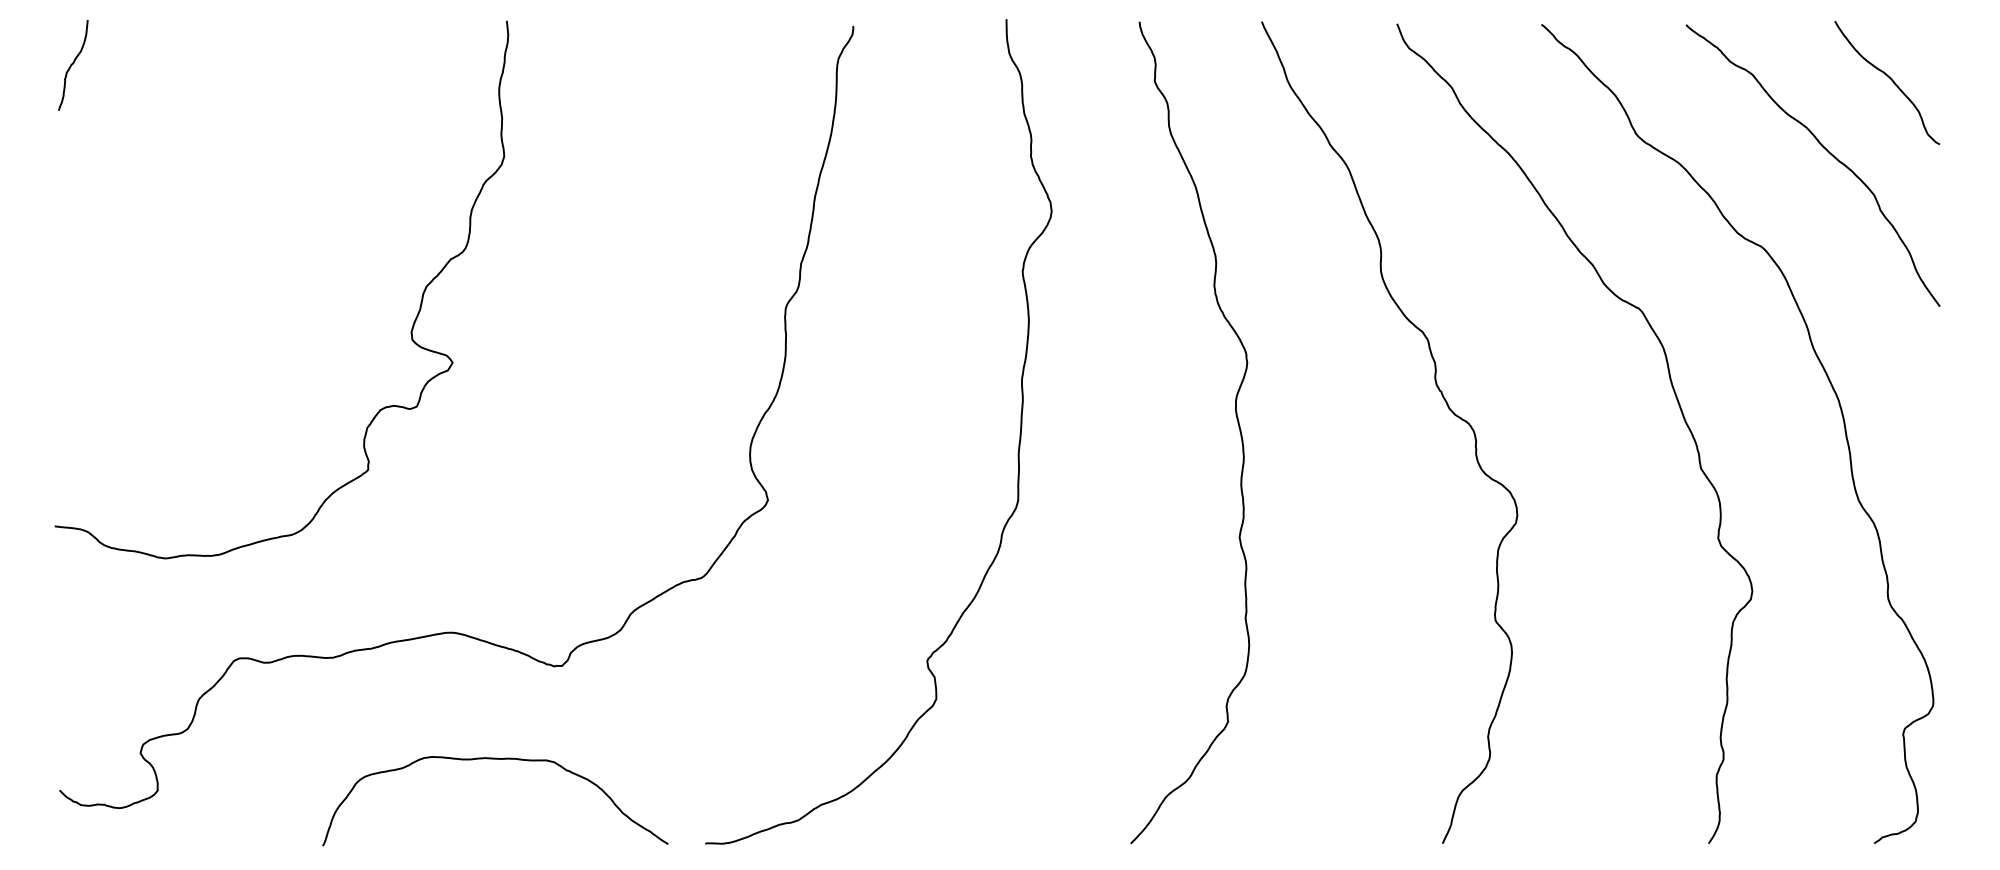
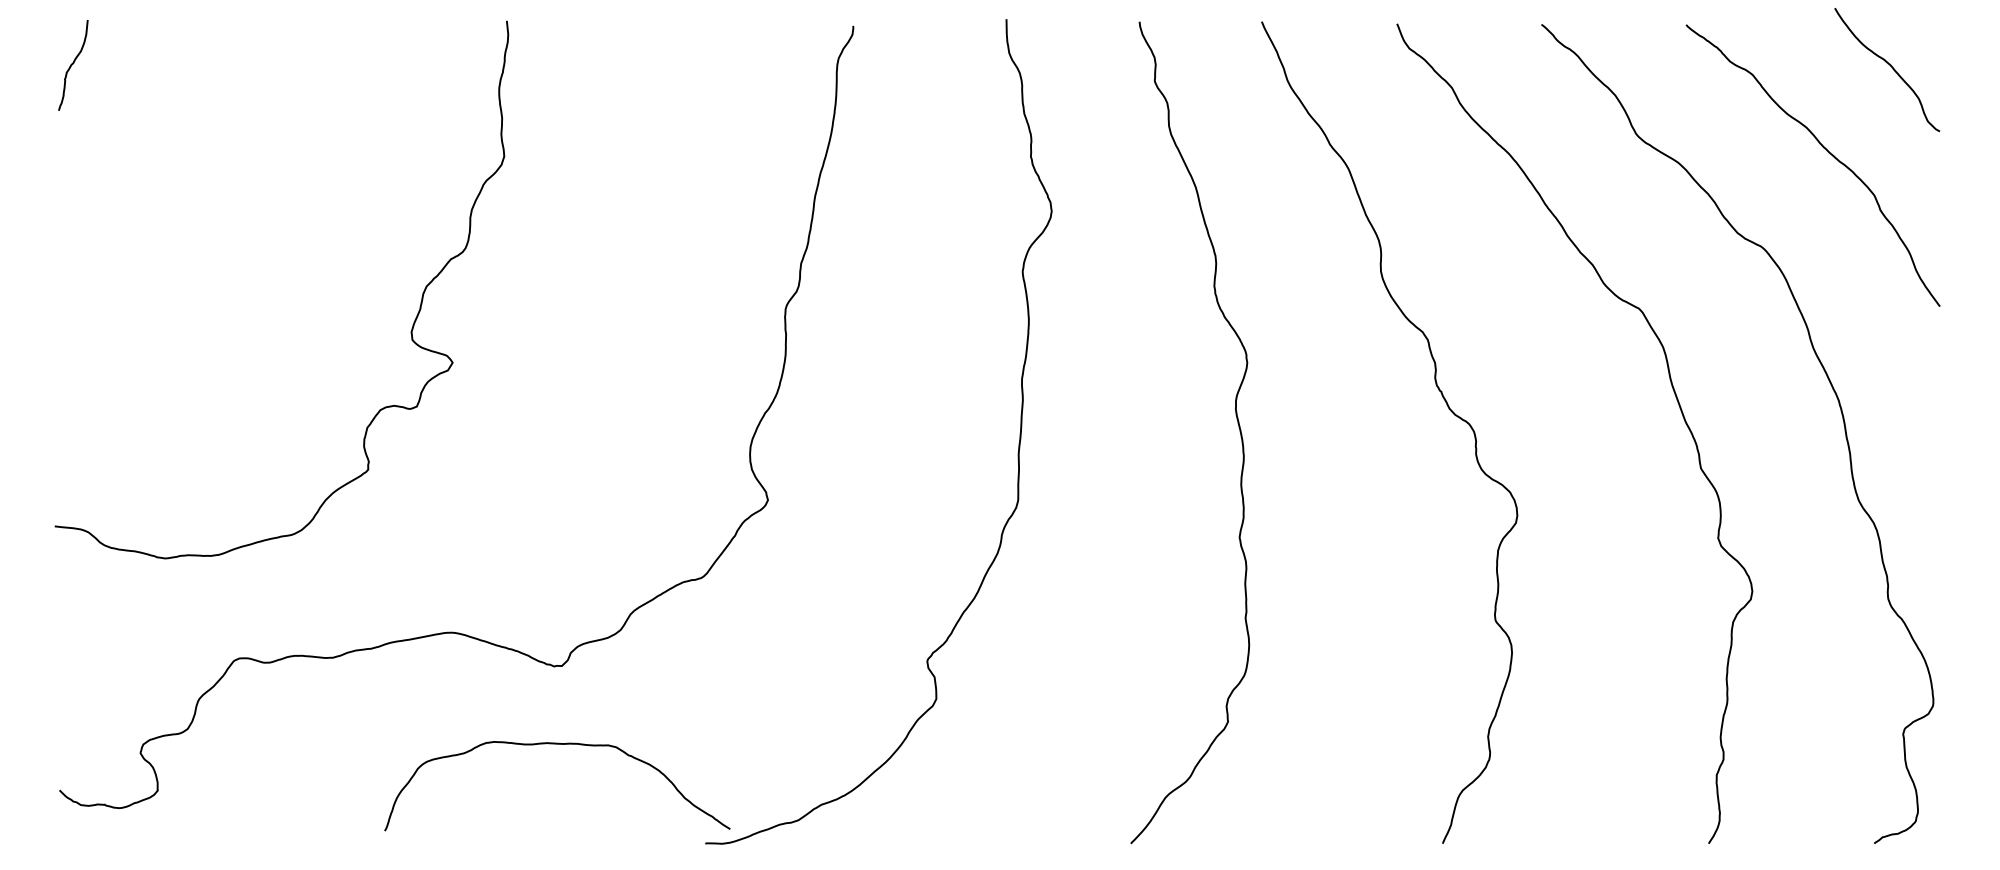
curve at (1890, 79) position: (1890, 79) -> (1890, 66)
curve at (495, 759) position: (495, 759) -> (557, 744)
